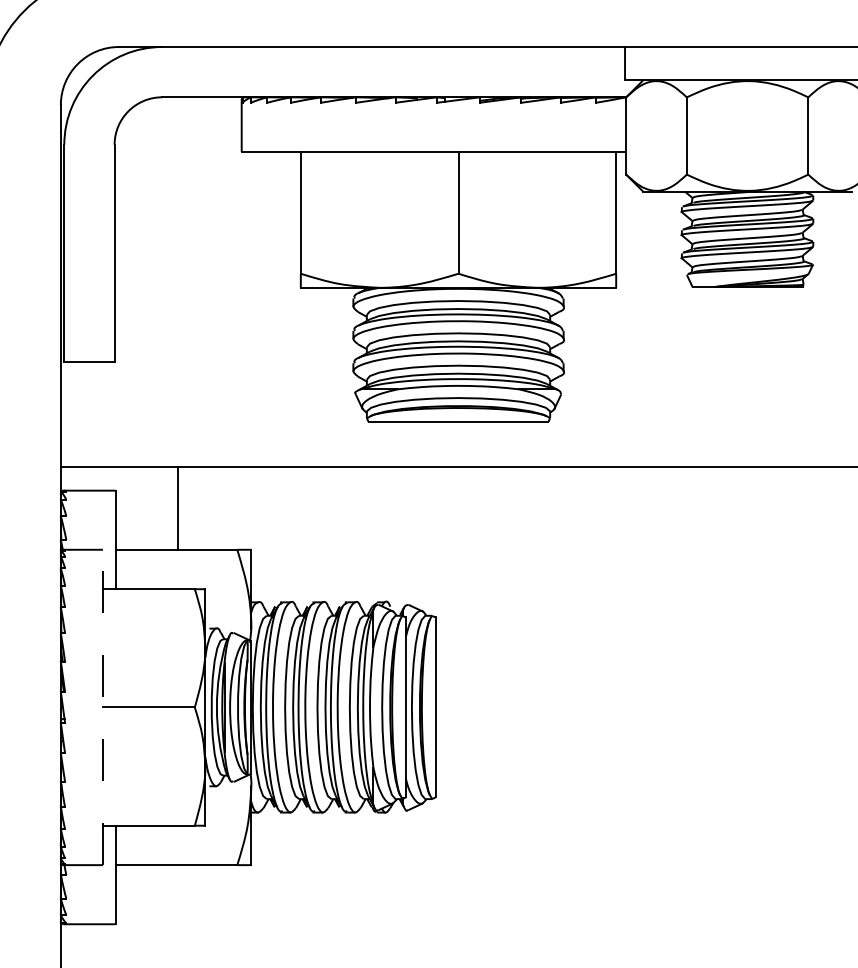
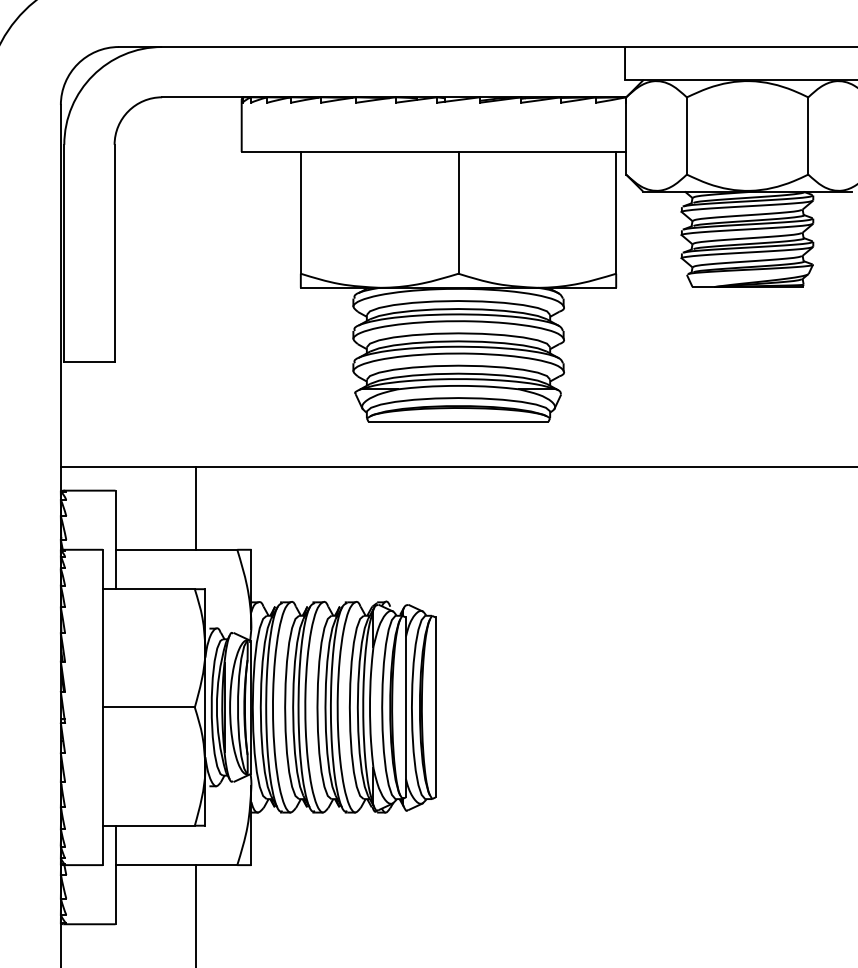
line at (177, 508) position: (177, 508) -> (195, 508)
line at (102, 707): dashed -> solid
line at (195, 914): none -> present
